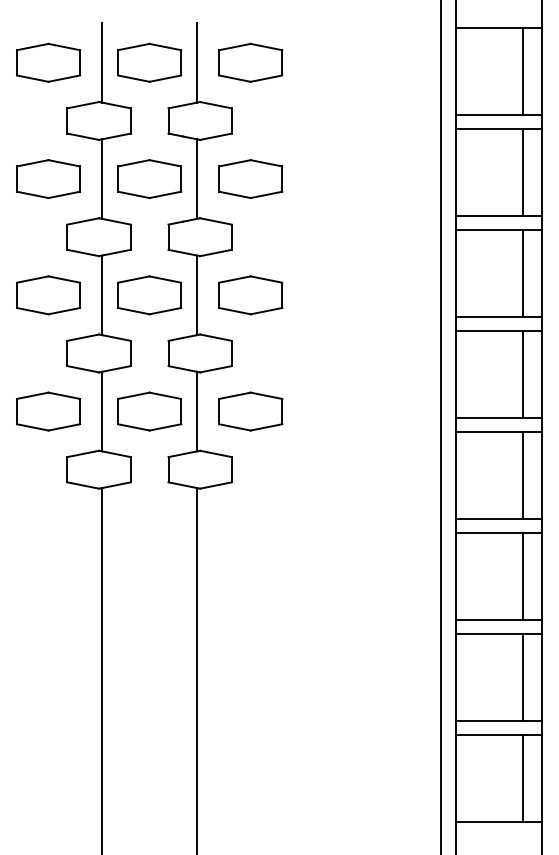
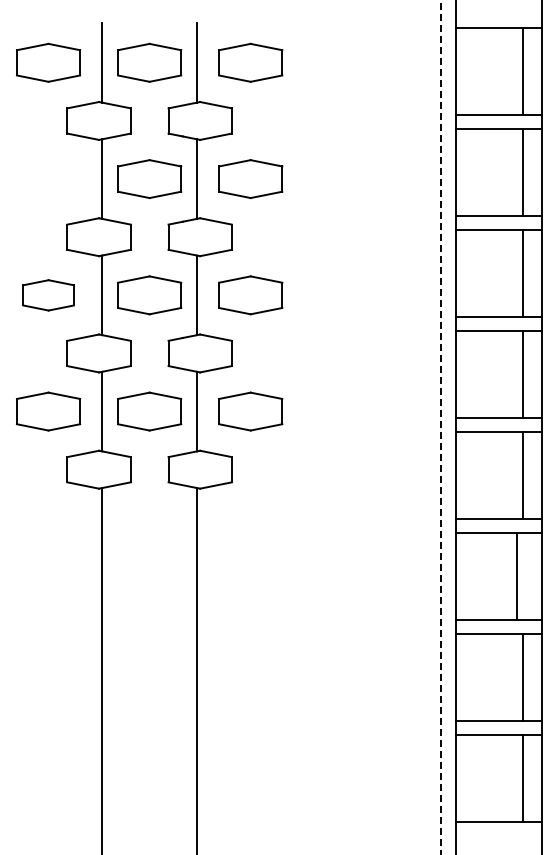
part at (48, 178): present -> none
part at (48, 295) size: 66x41 px -> 53x33 px
line at (440, 427): solid -> dashed
line at (523, 576) position: (523, 576) -> (517, 576)
